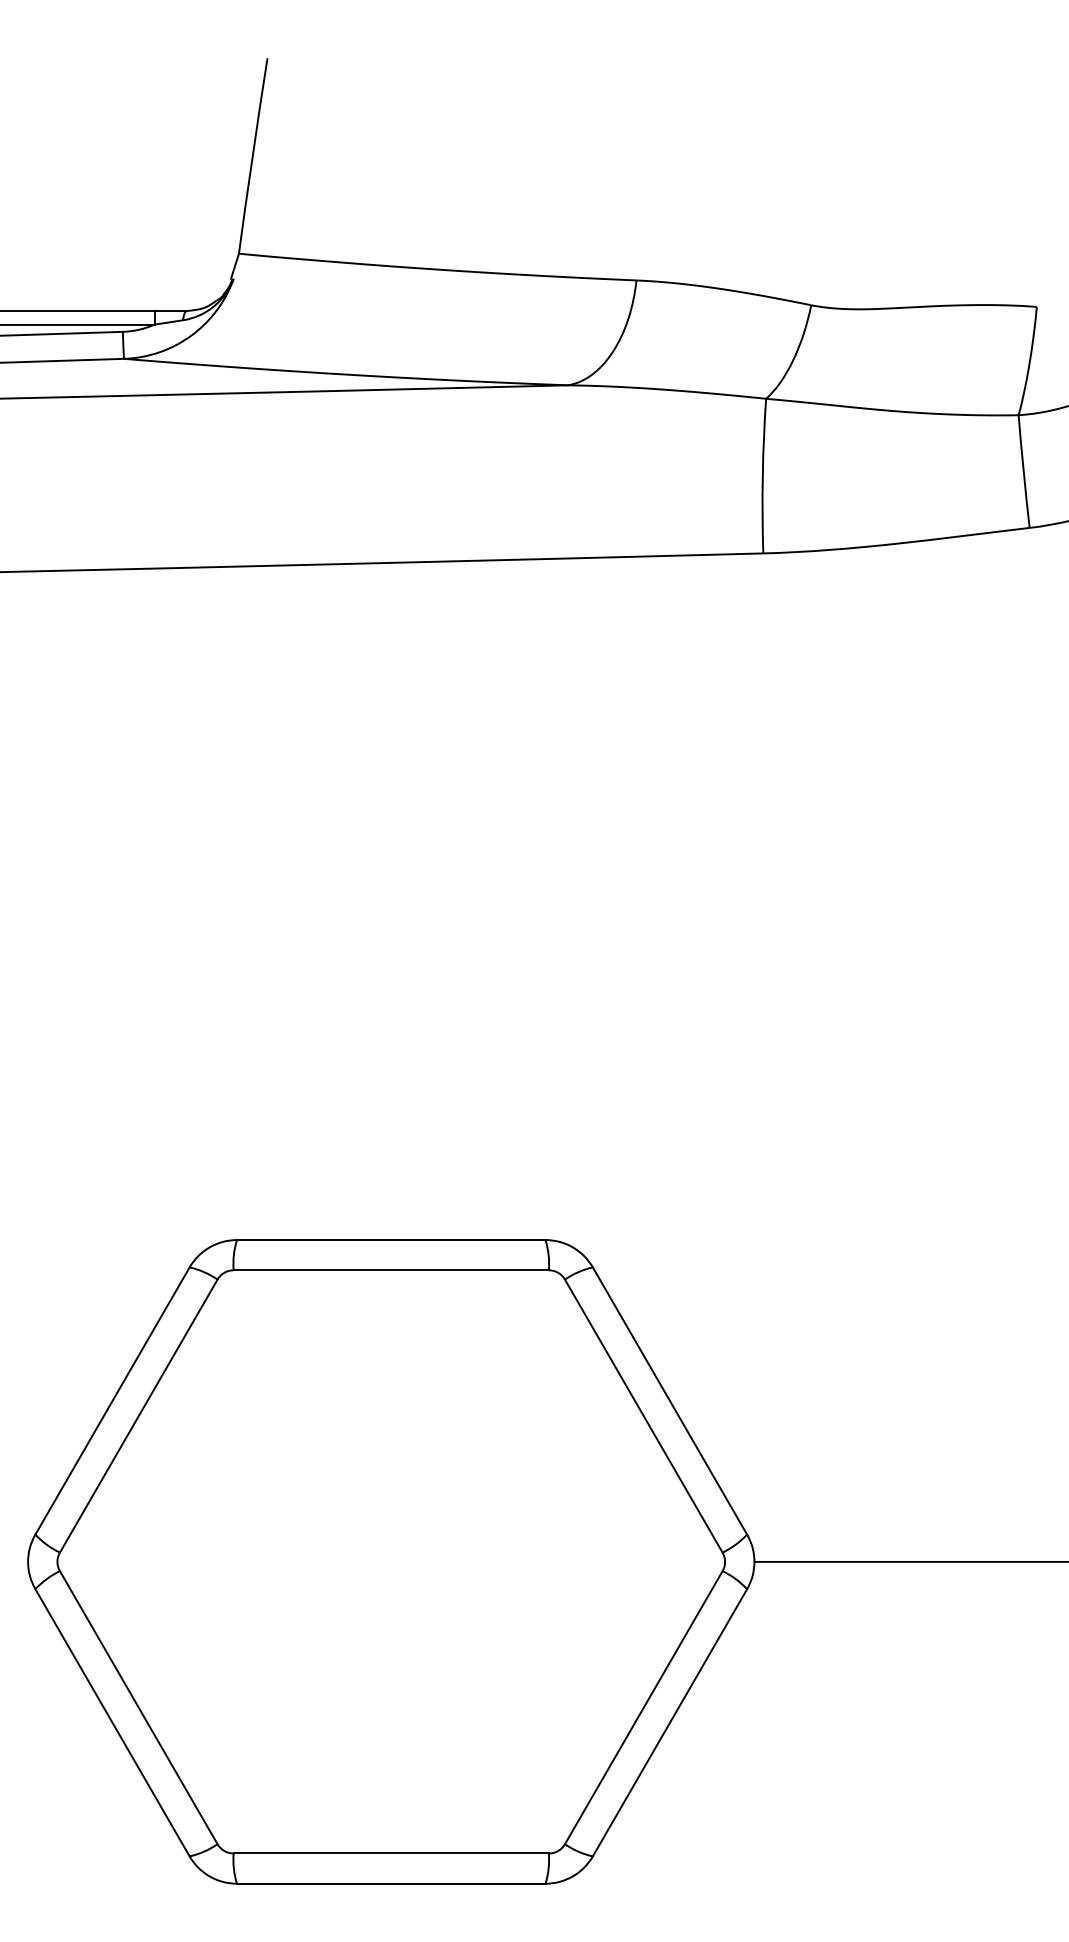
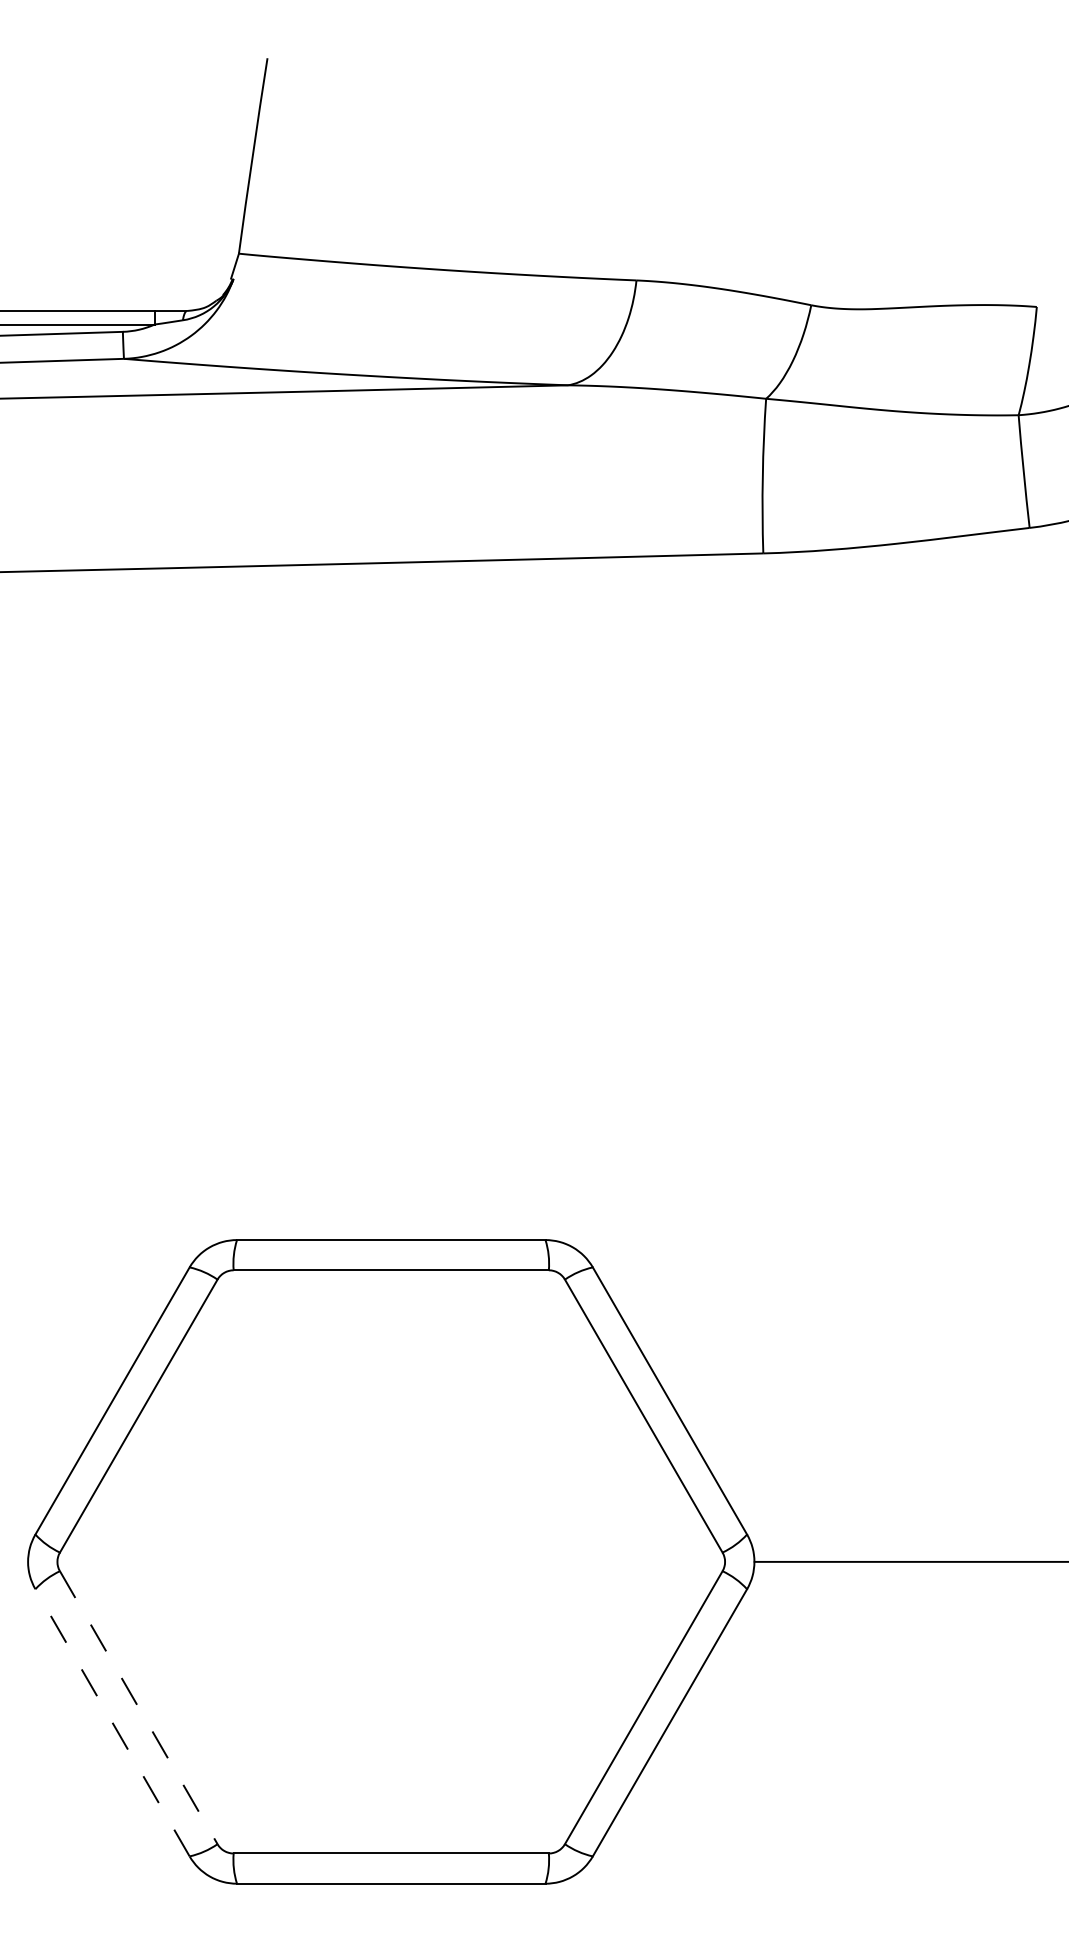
line at (138, 1707): solid -> dashed
line at (112, 1722): solid -> dashed
